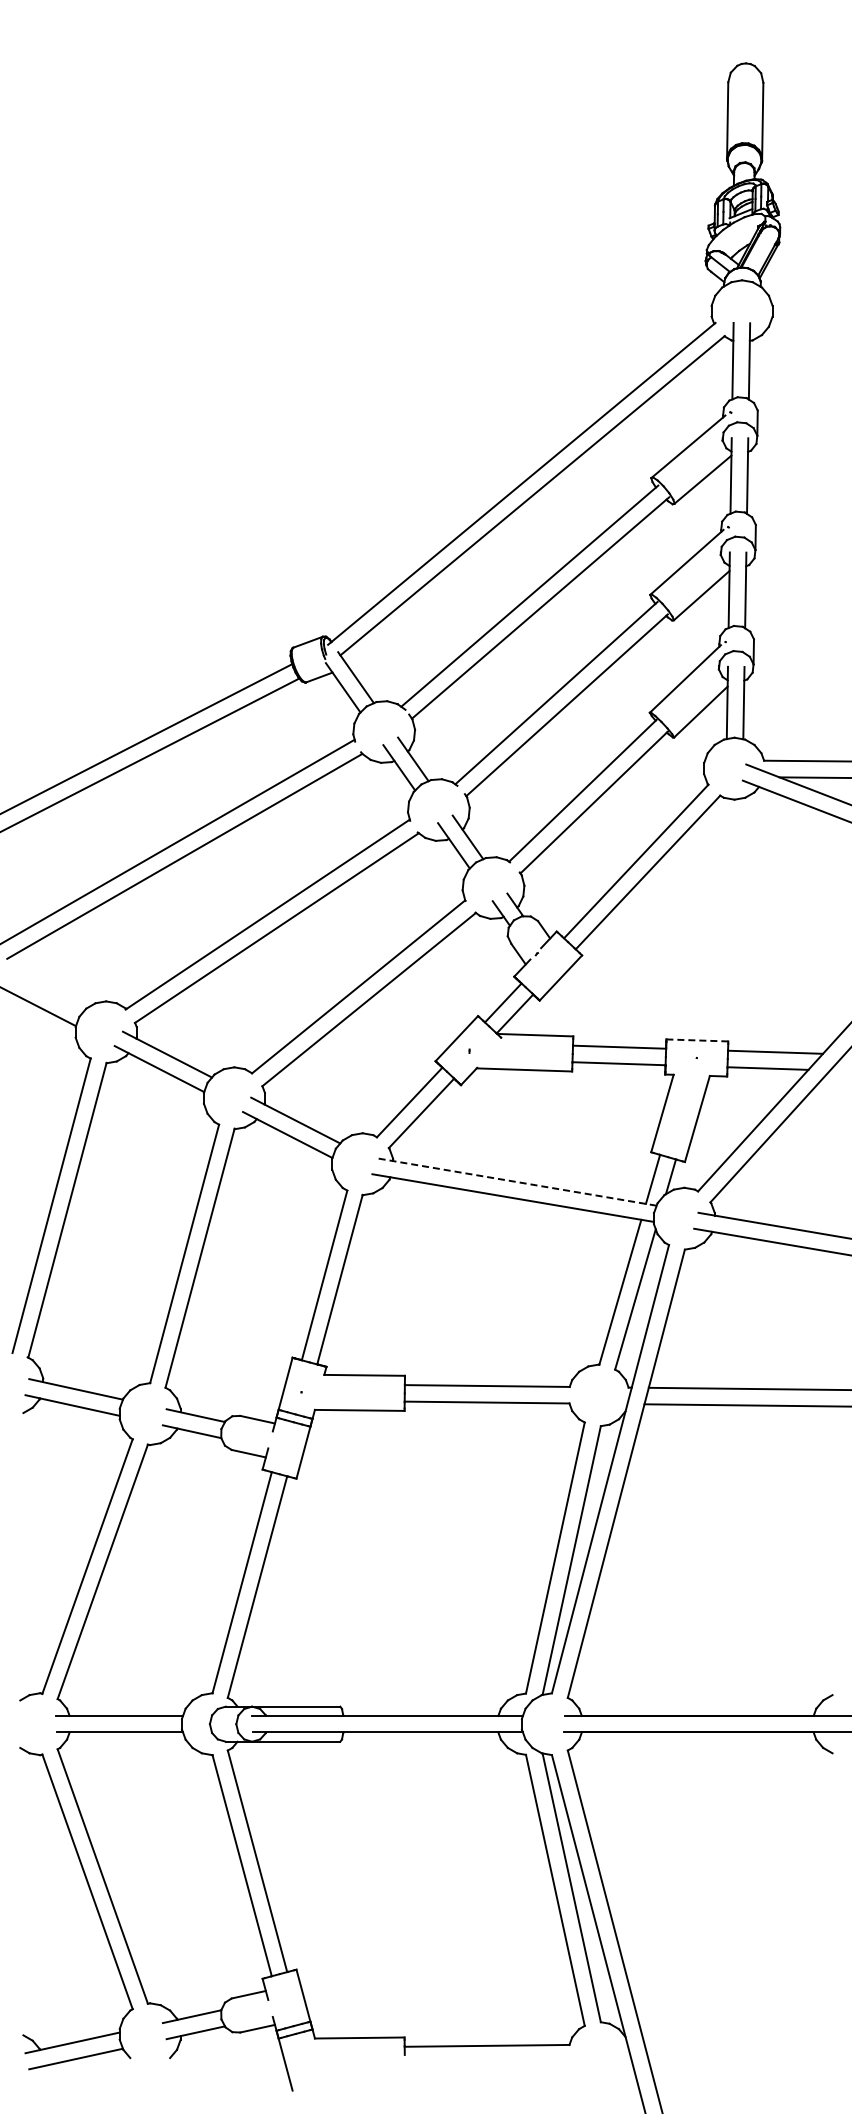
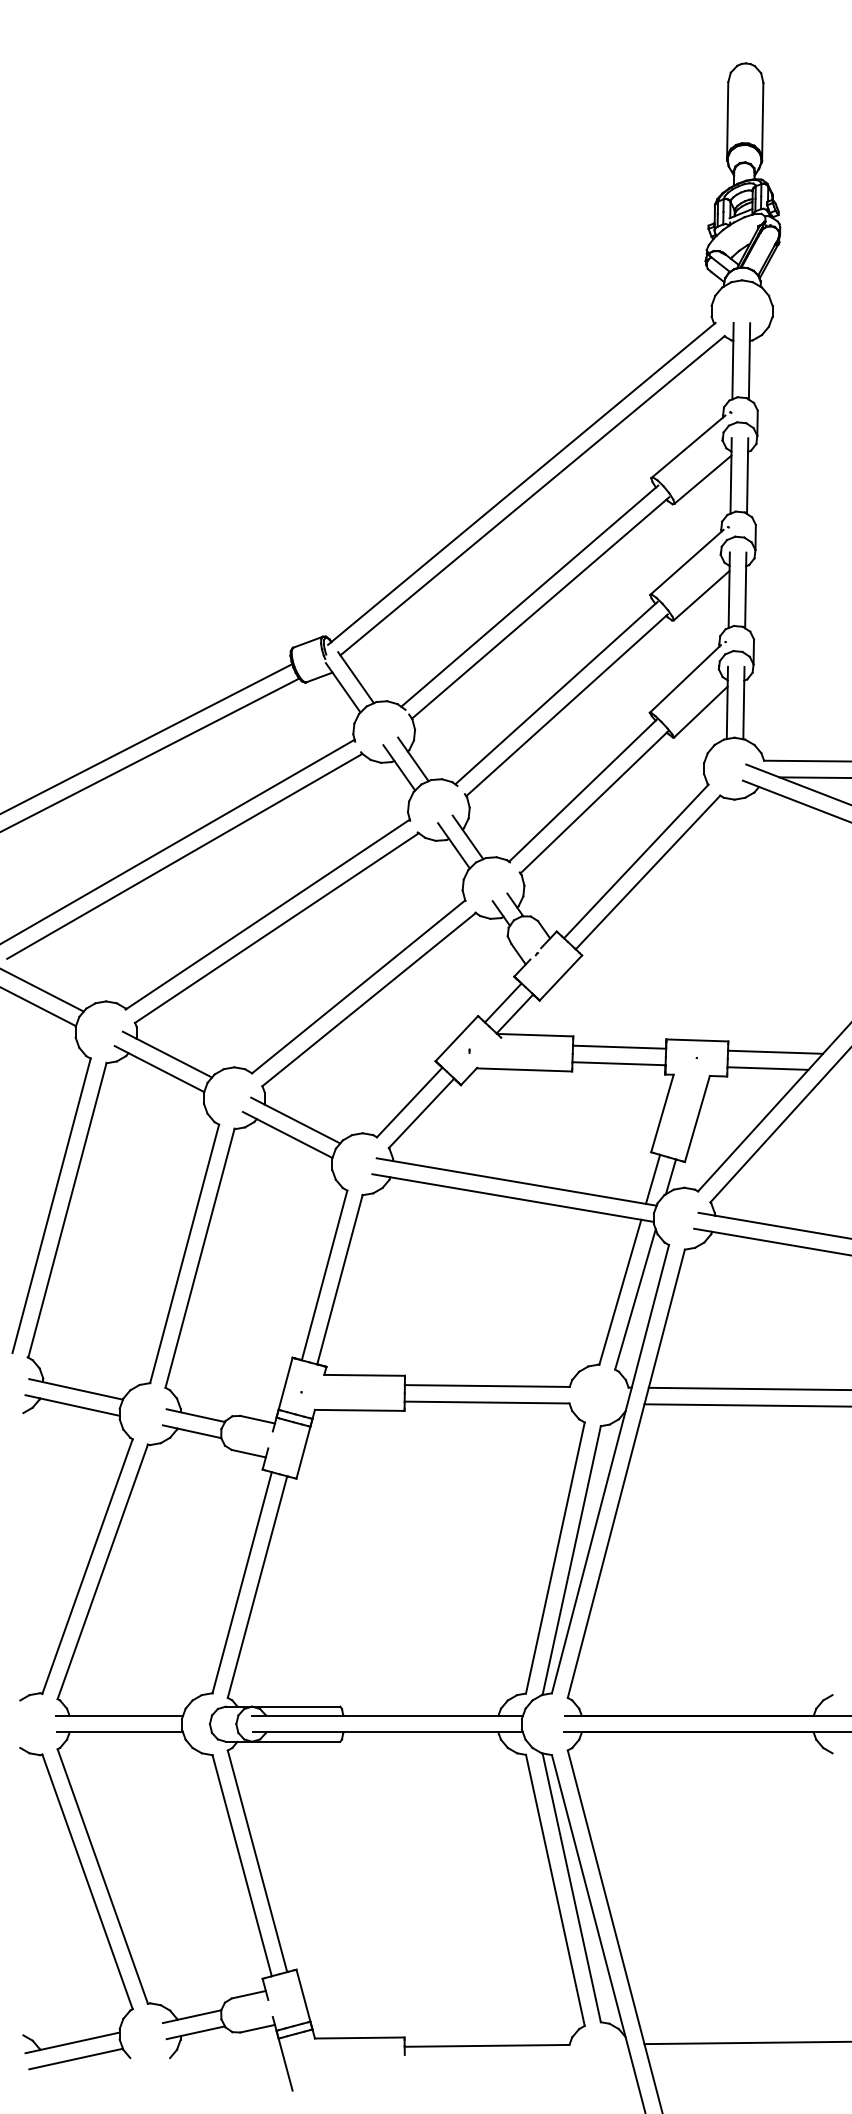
line at (42, 990): none -> present
line at (697, 1040): dashed -> solid
line at (516, 1182): dashed -> solid
line at (746, 2042): none -> present
